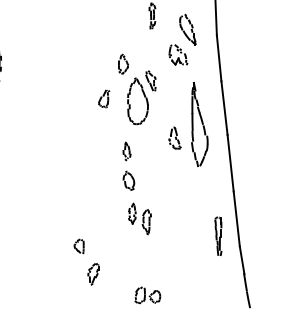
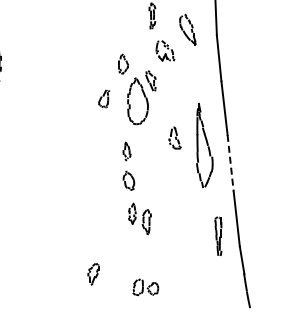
part at (178, 54) position: (178, 54) -> (165, 50)
part at (199, 124) position: (199, 124) -> (204, 145)
line at (230, 163): solid -> dashed
part at (78, 246): present -> none
part at (147, 295) position: (147, 295) -> (145, 287)
